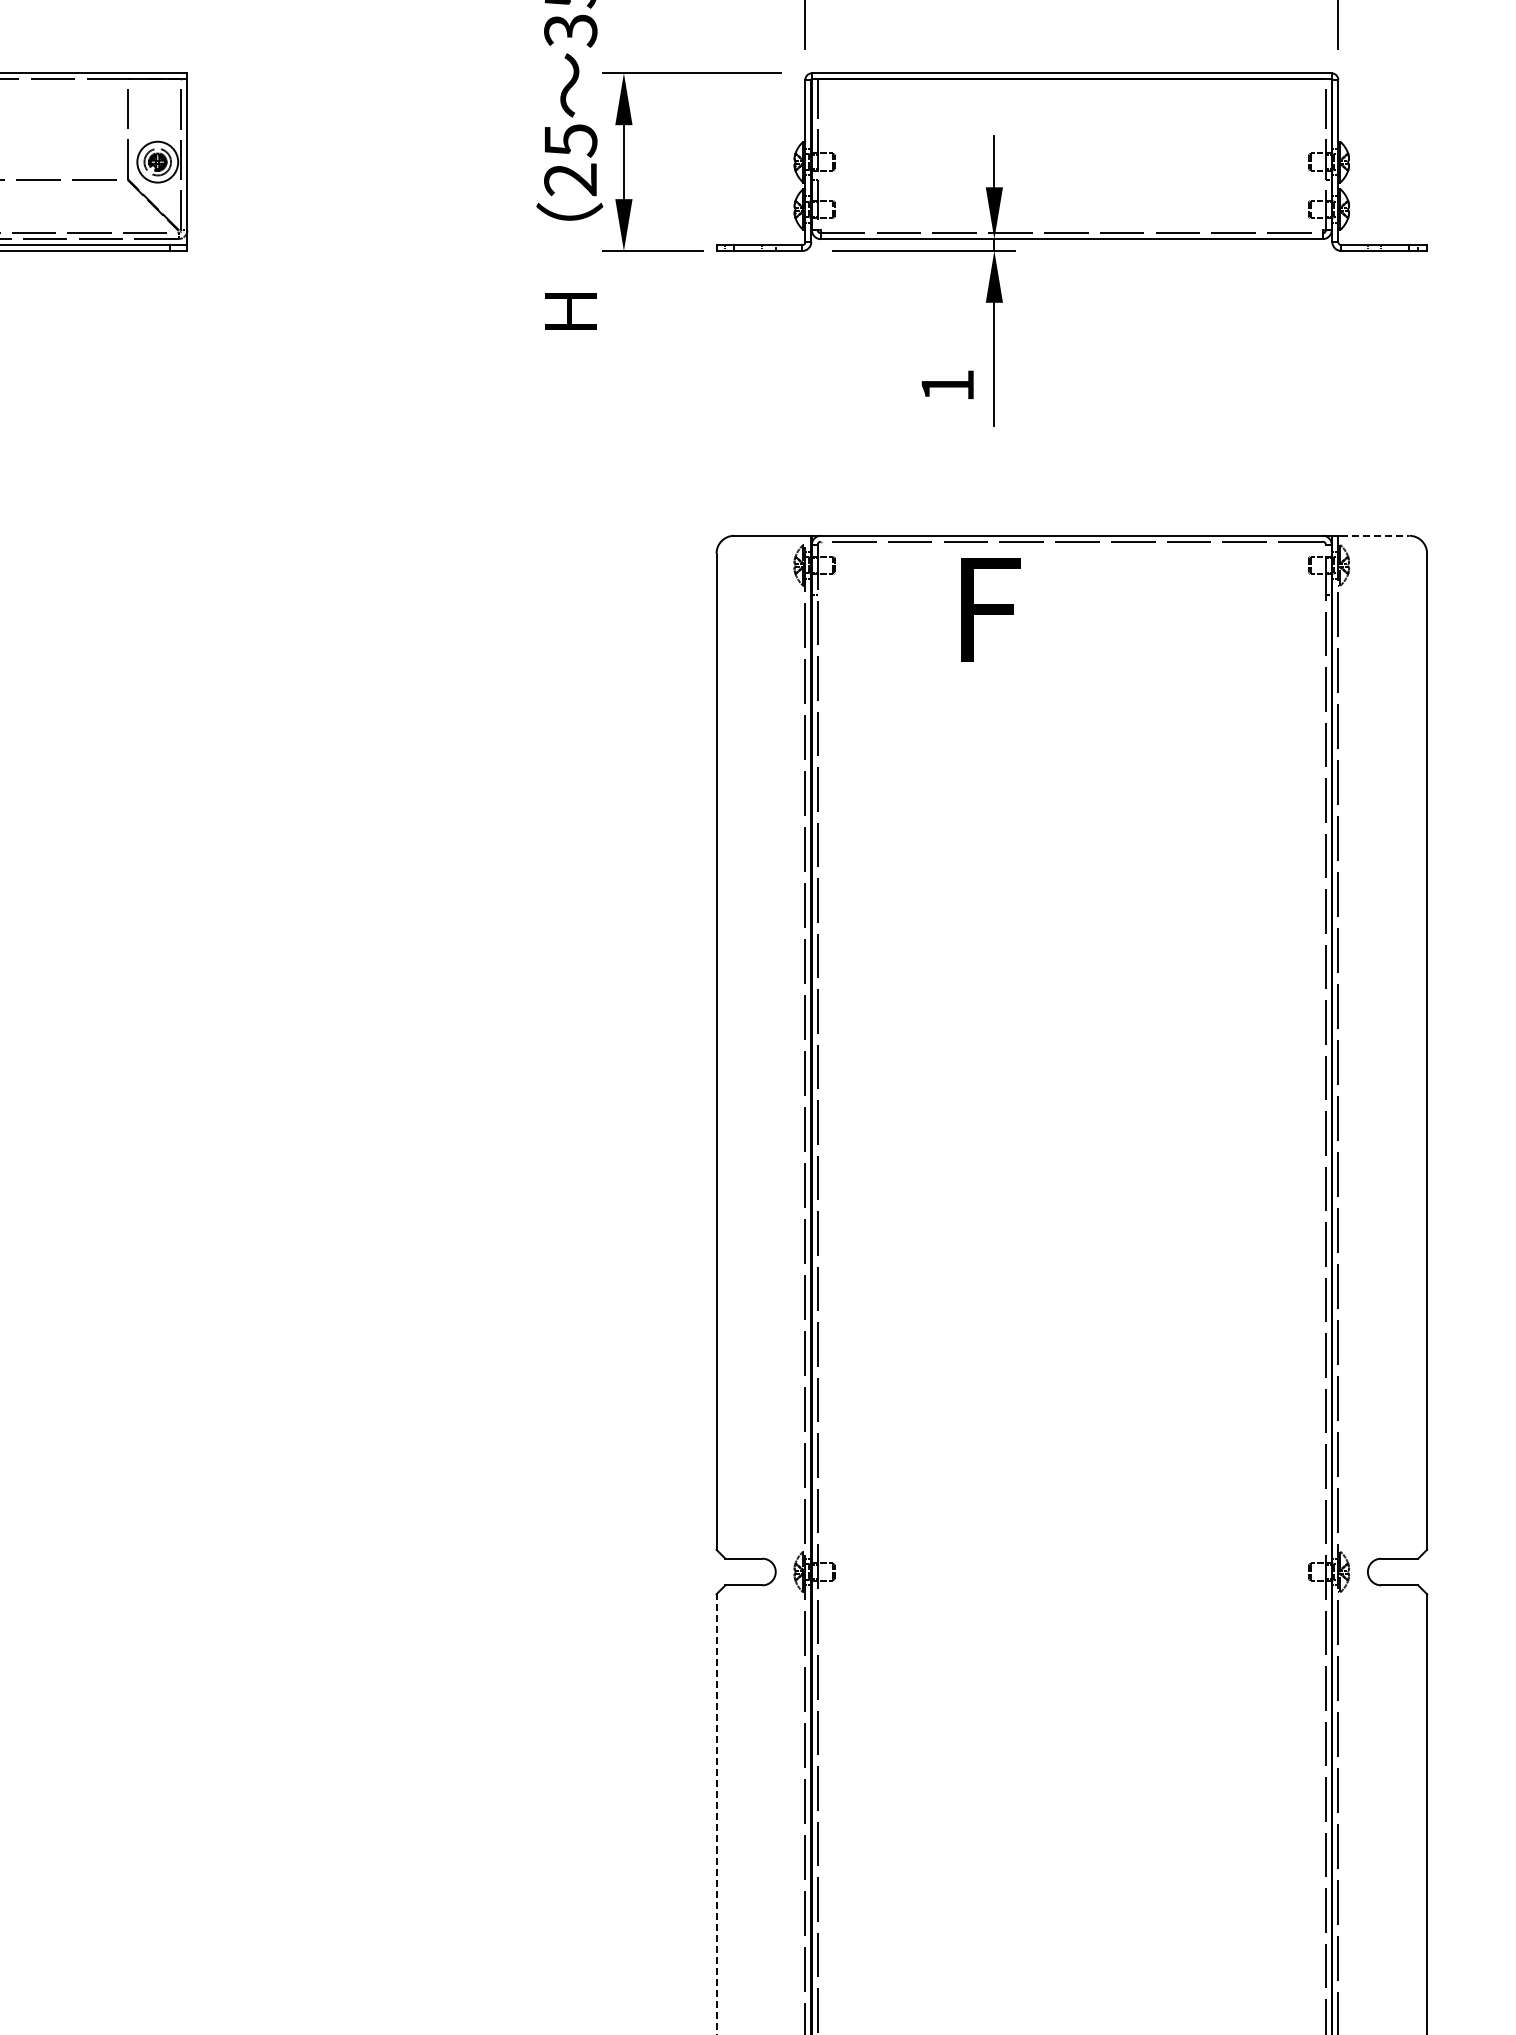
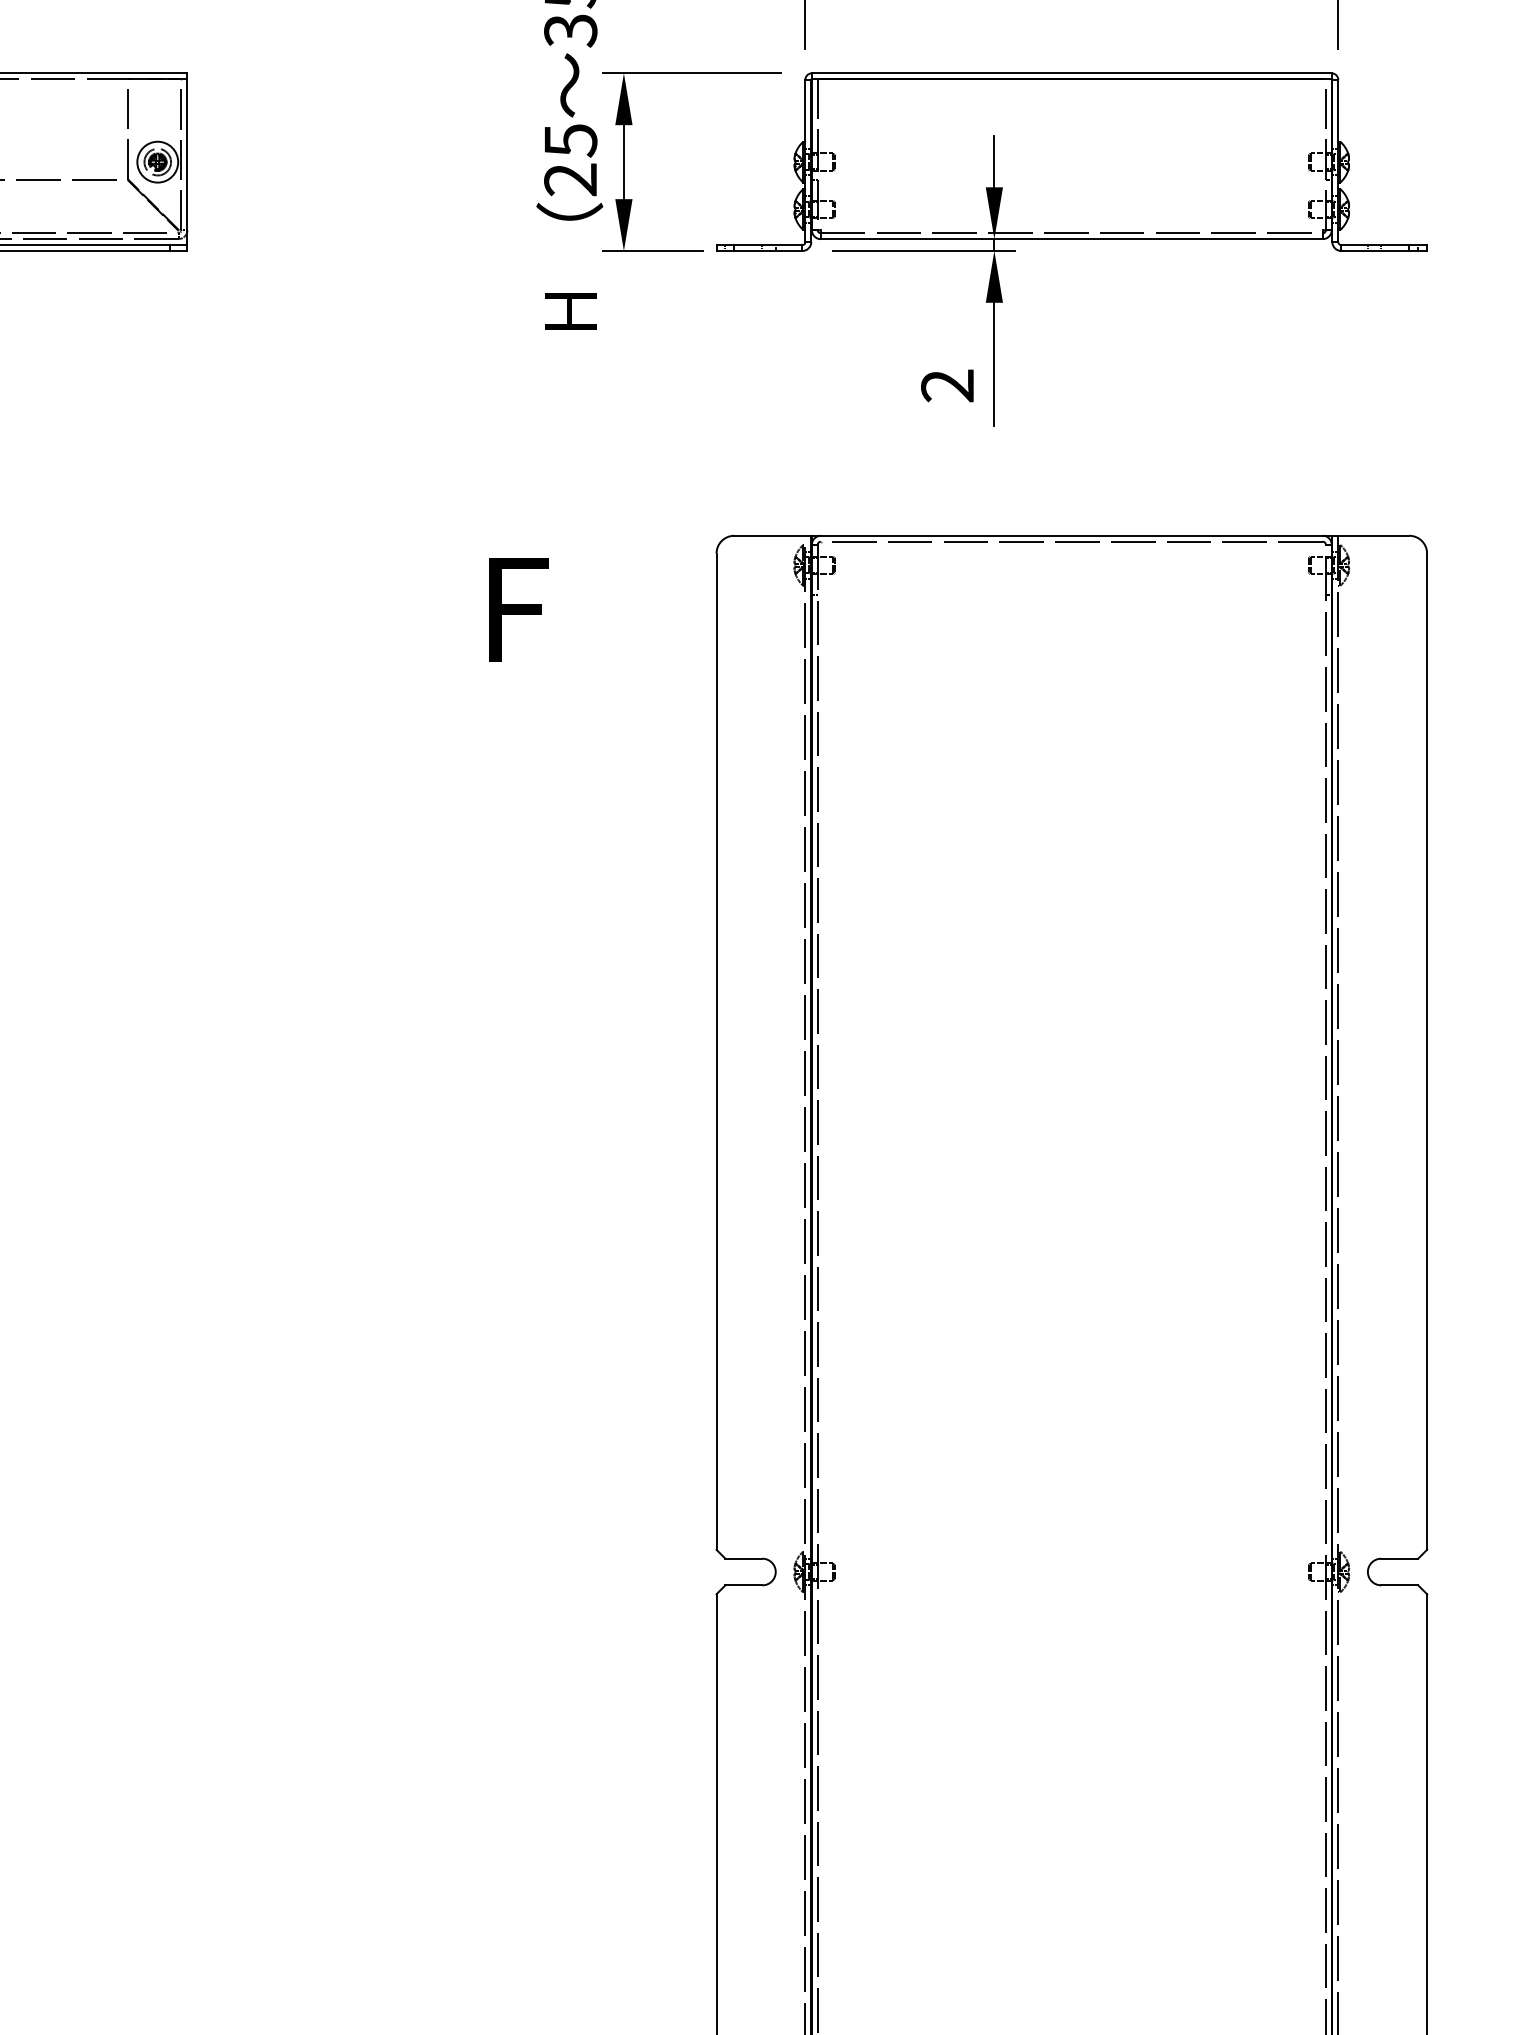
text at (947, 385): 1 -> 2
line at (1375, 535): dashed -> solid
text at (990, 609) position: (990, 609) -> (518, 609)
line at (716, 1814): dashed -> solid
